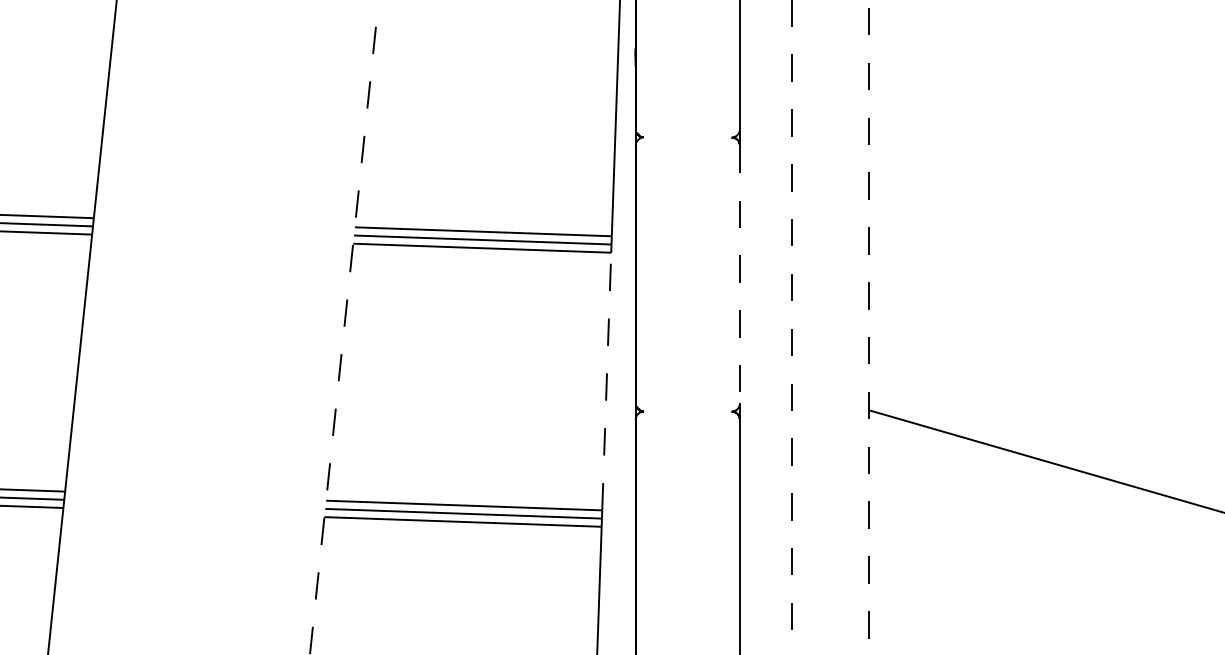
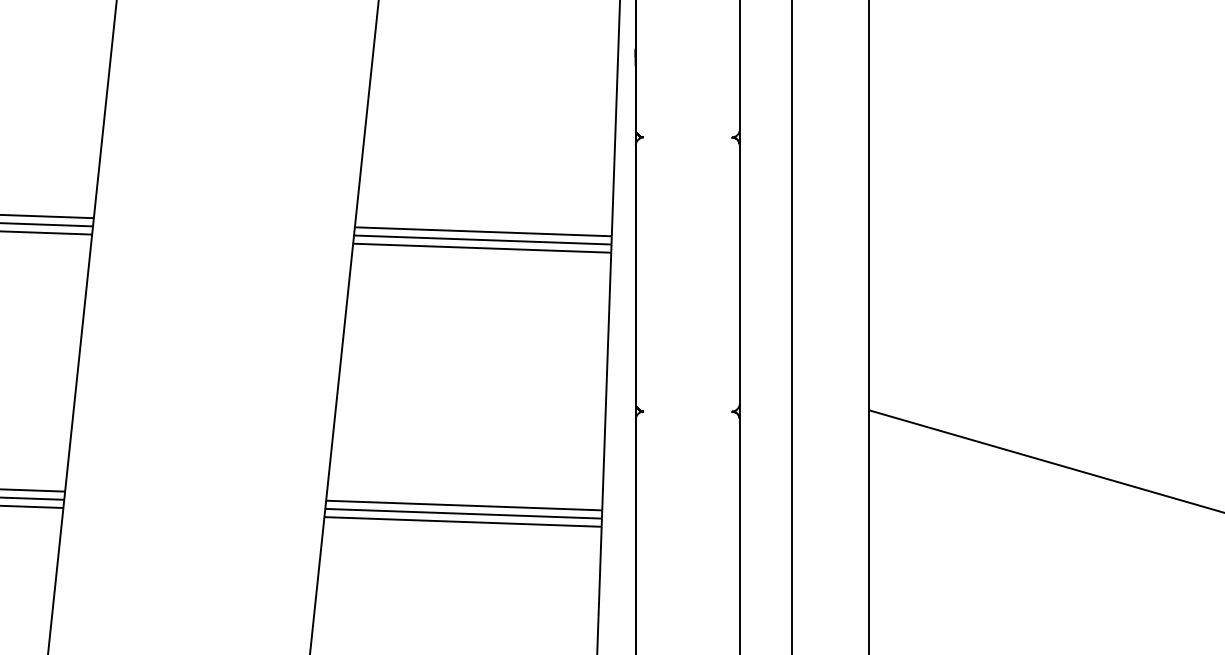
line at (740, 274): dashed -> solid
line at (344, 327): dashed -> solid
line at (792, 327): dashed -> solid
line at (868, 327): dashed -> solid
line at (606, 381): dashed -> solid
